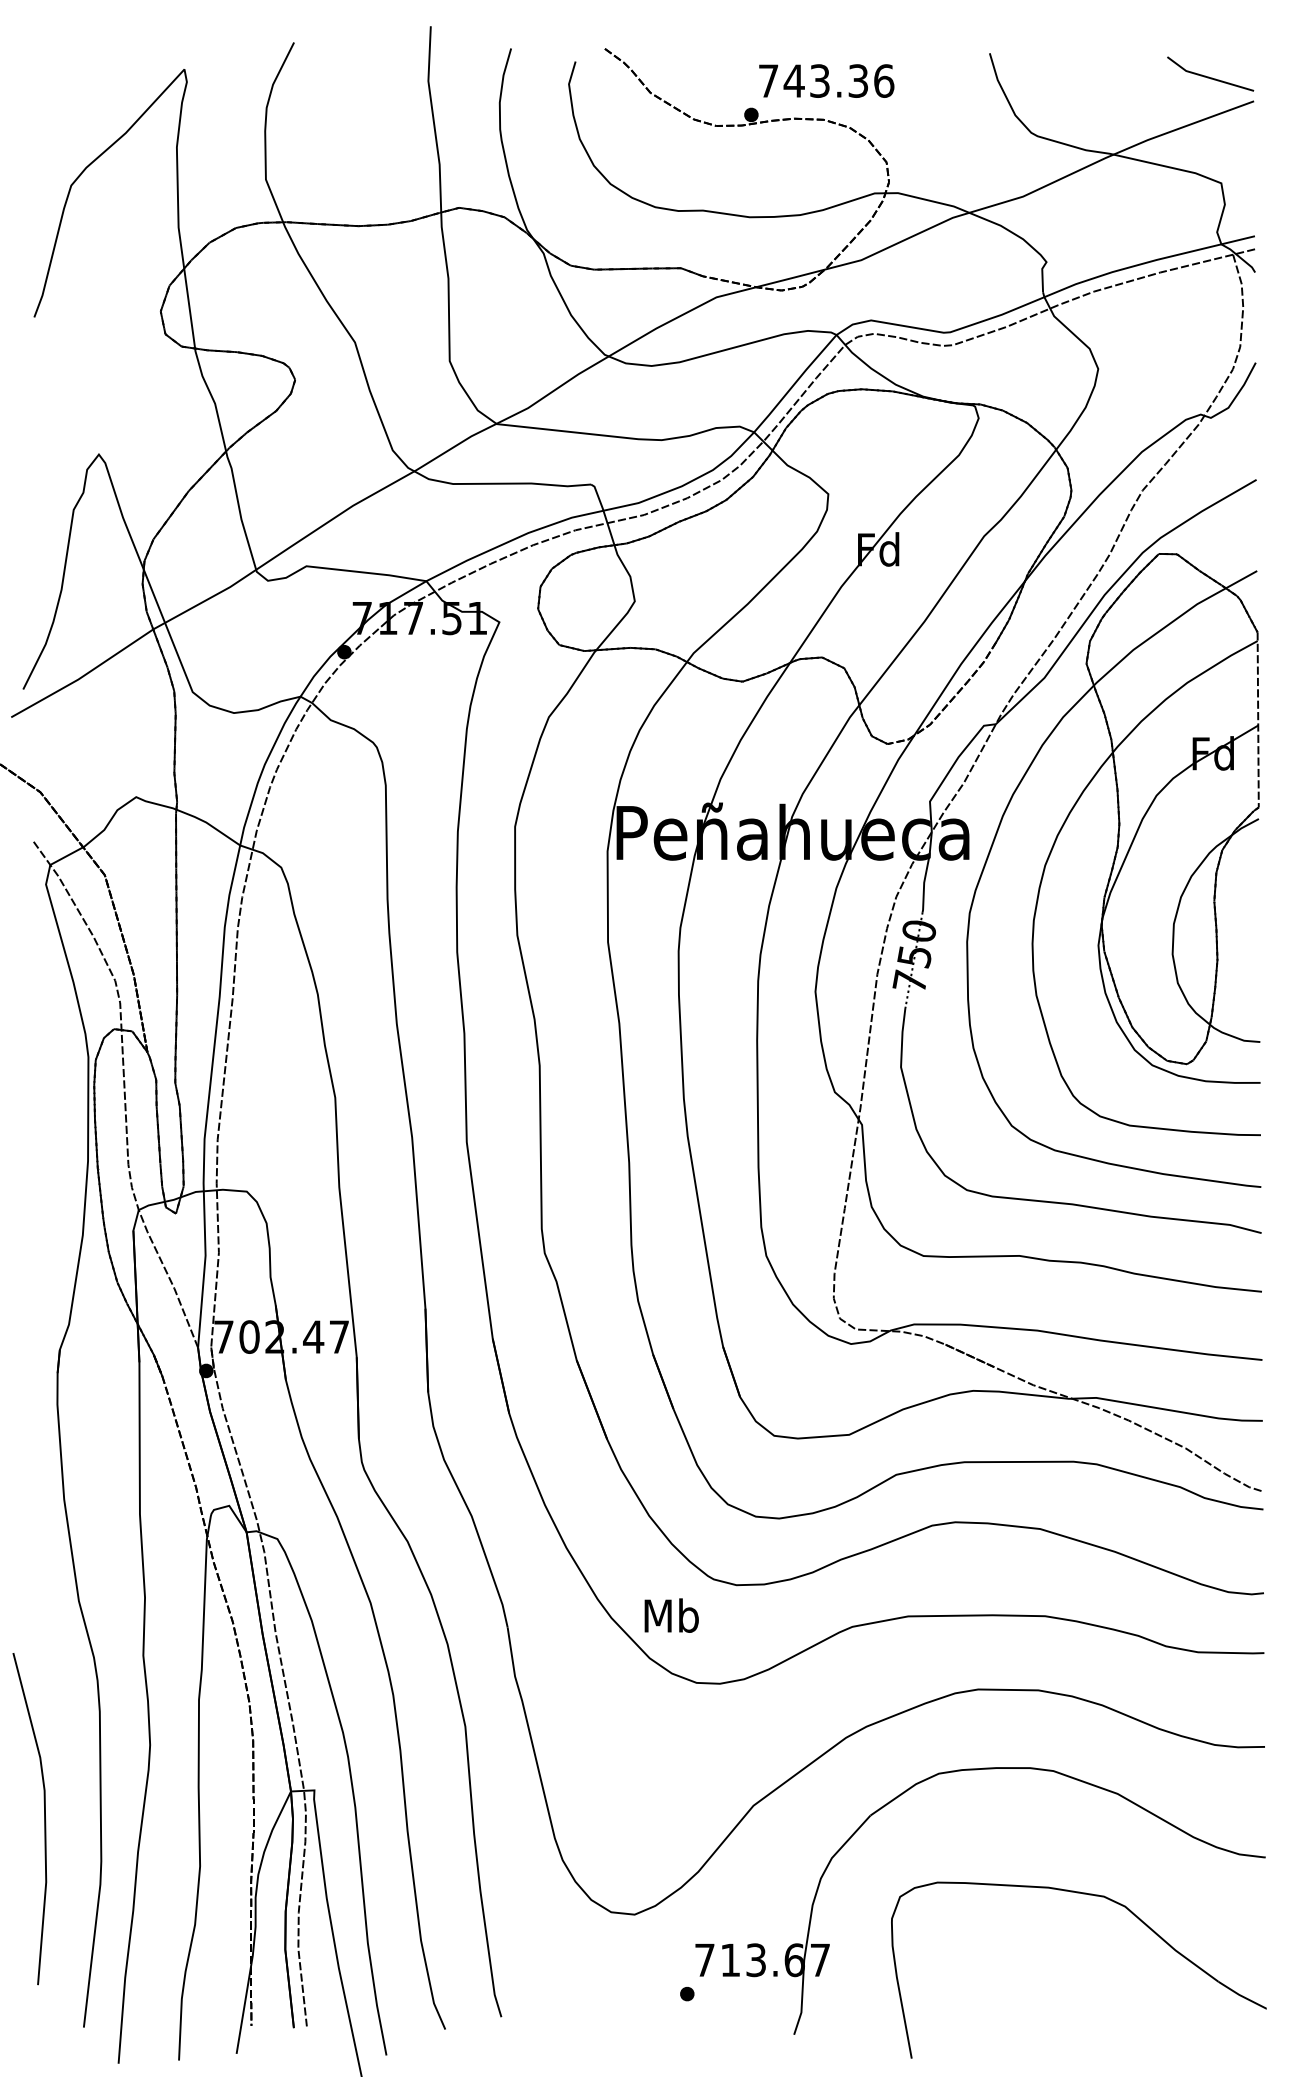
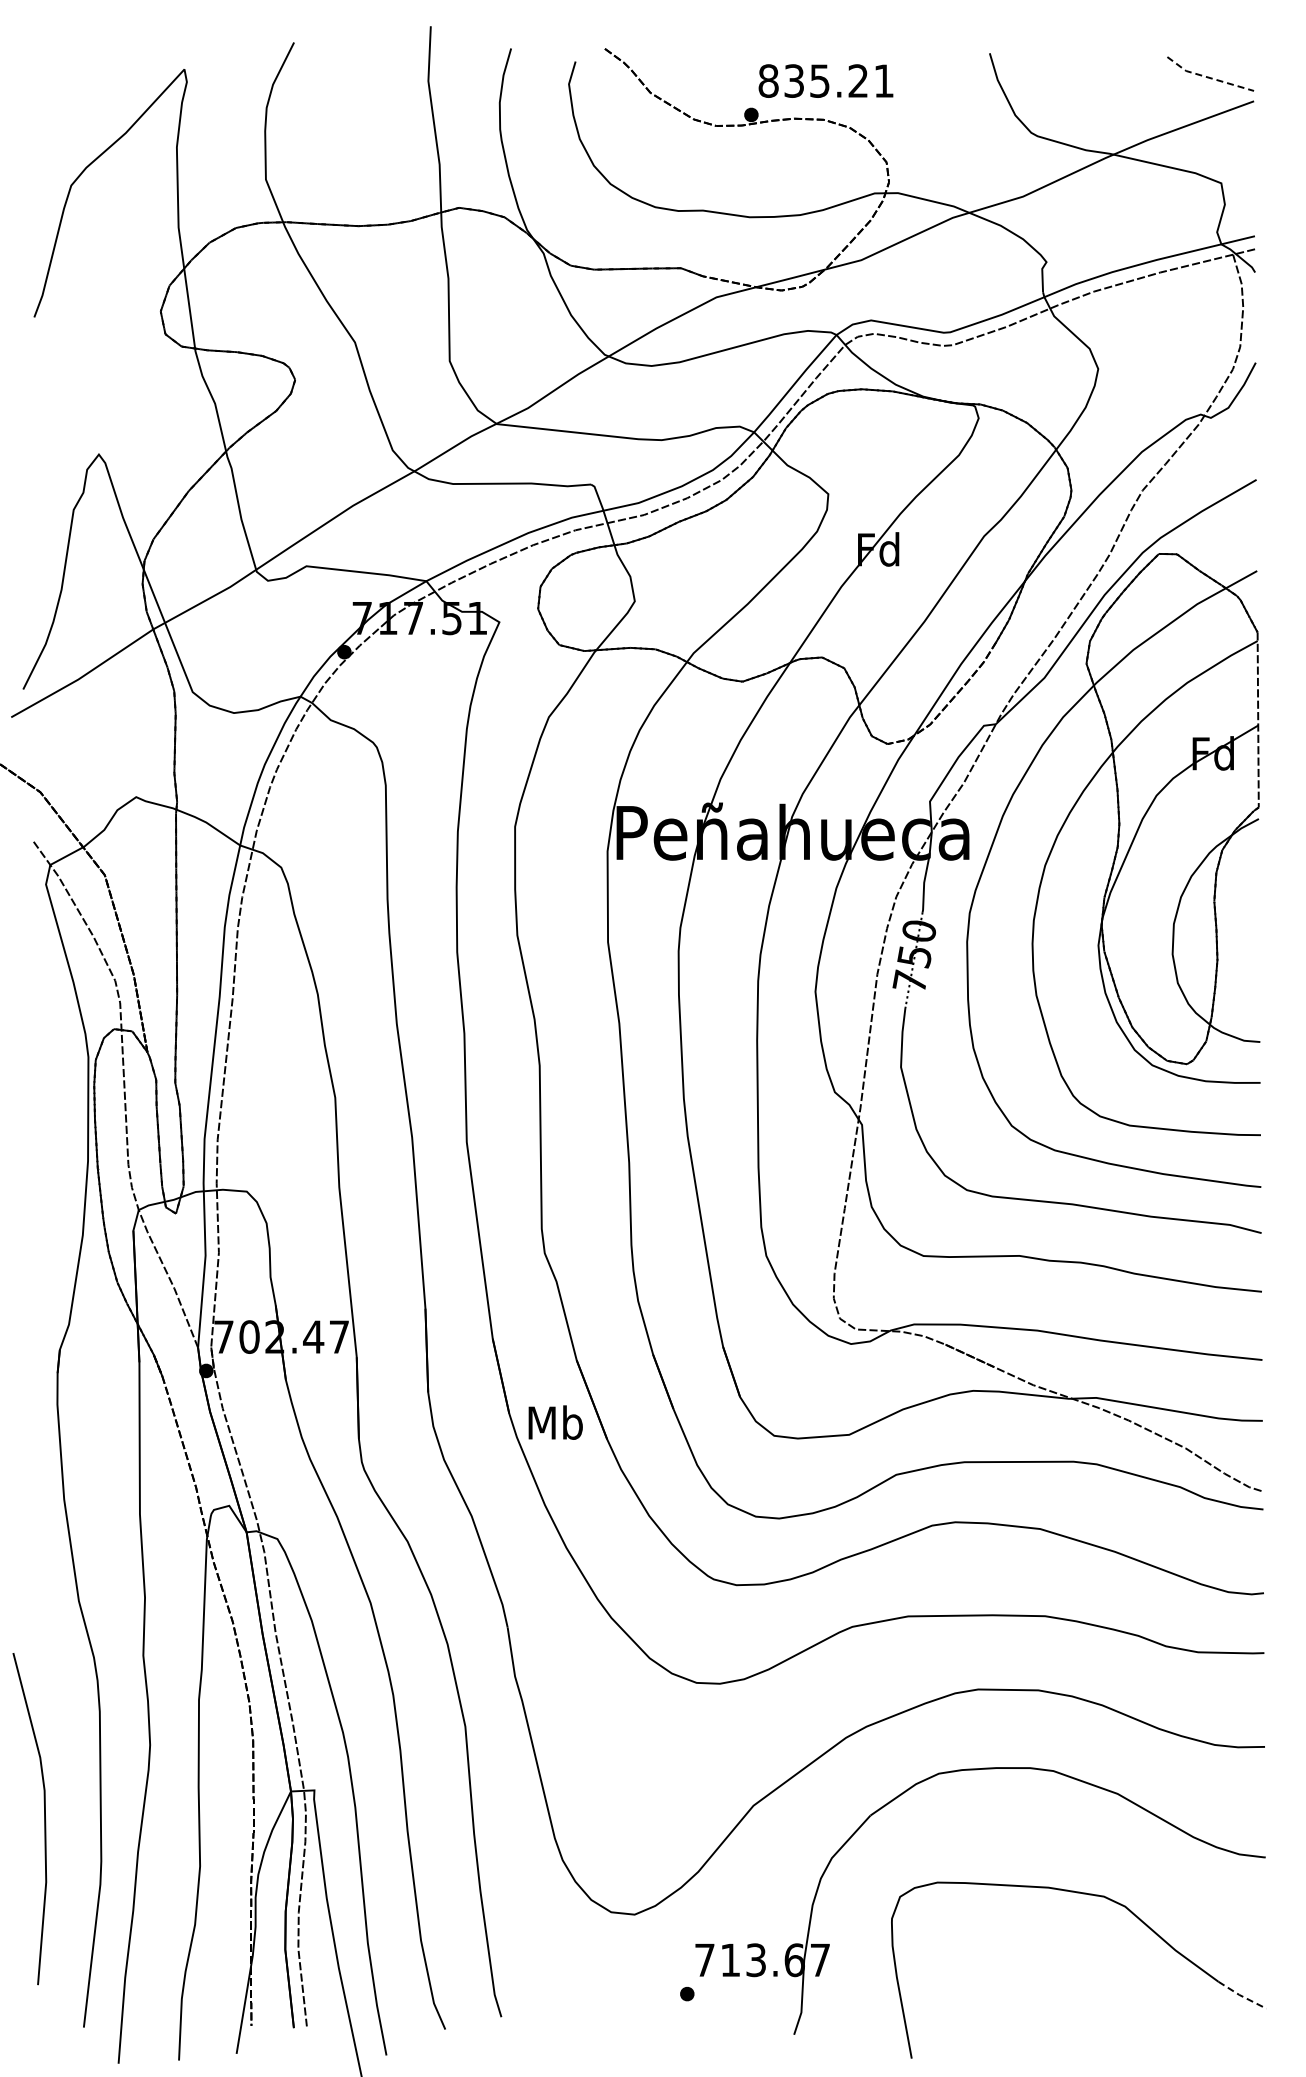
line at (1208, 77): solid -> dashed
text at (826, 80): 743.36 -> 835.21
text at (671, 1615) position: (671, 1615) -> (555, 1422)
line at (1242, 1996): solid -> dashed
